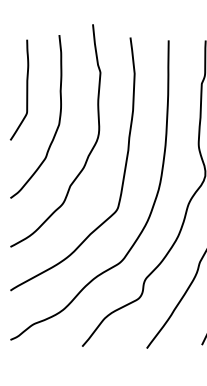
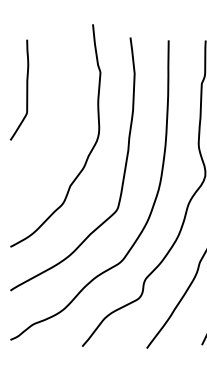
curve at (58, 120): present -> none
